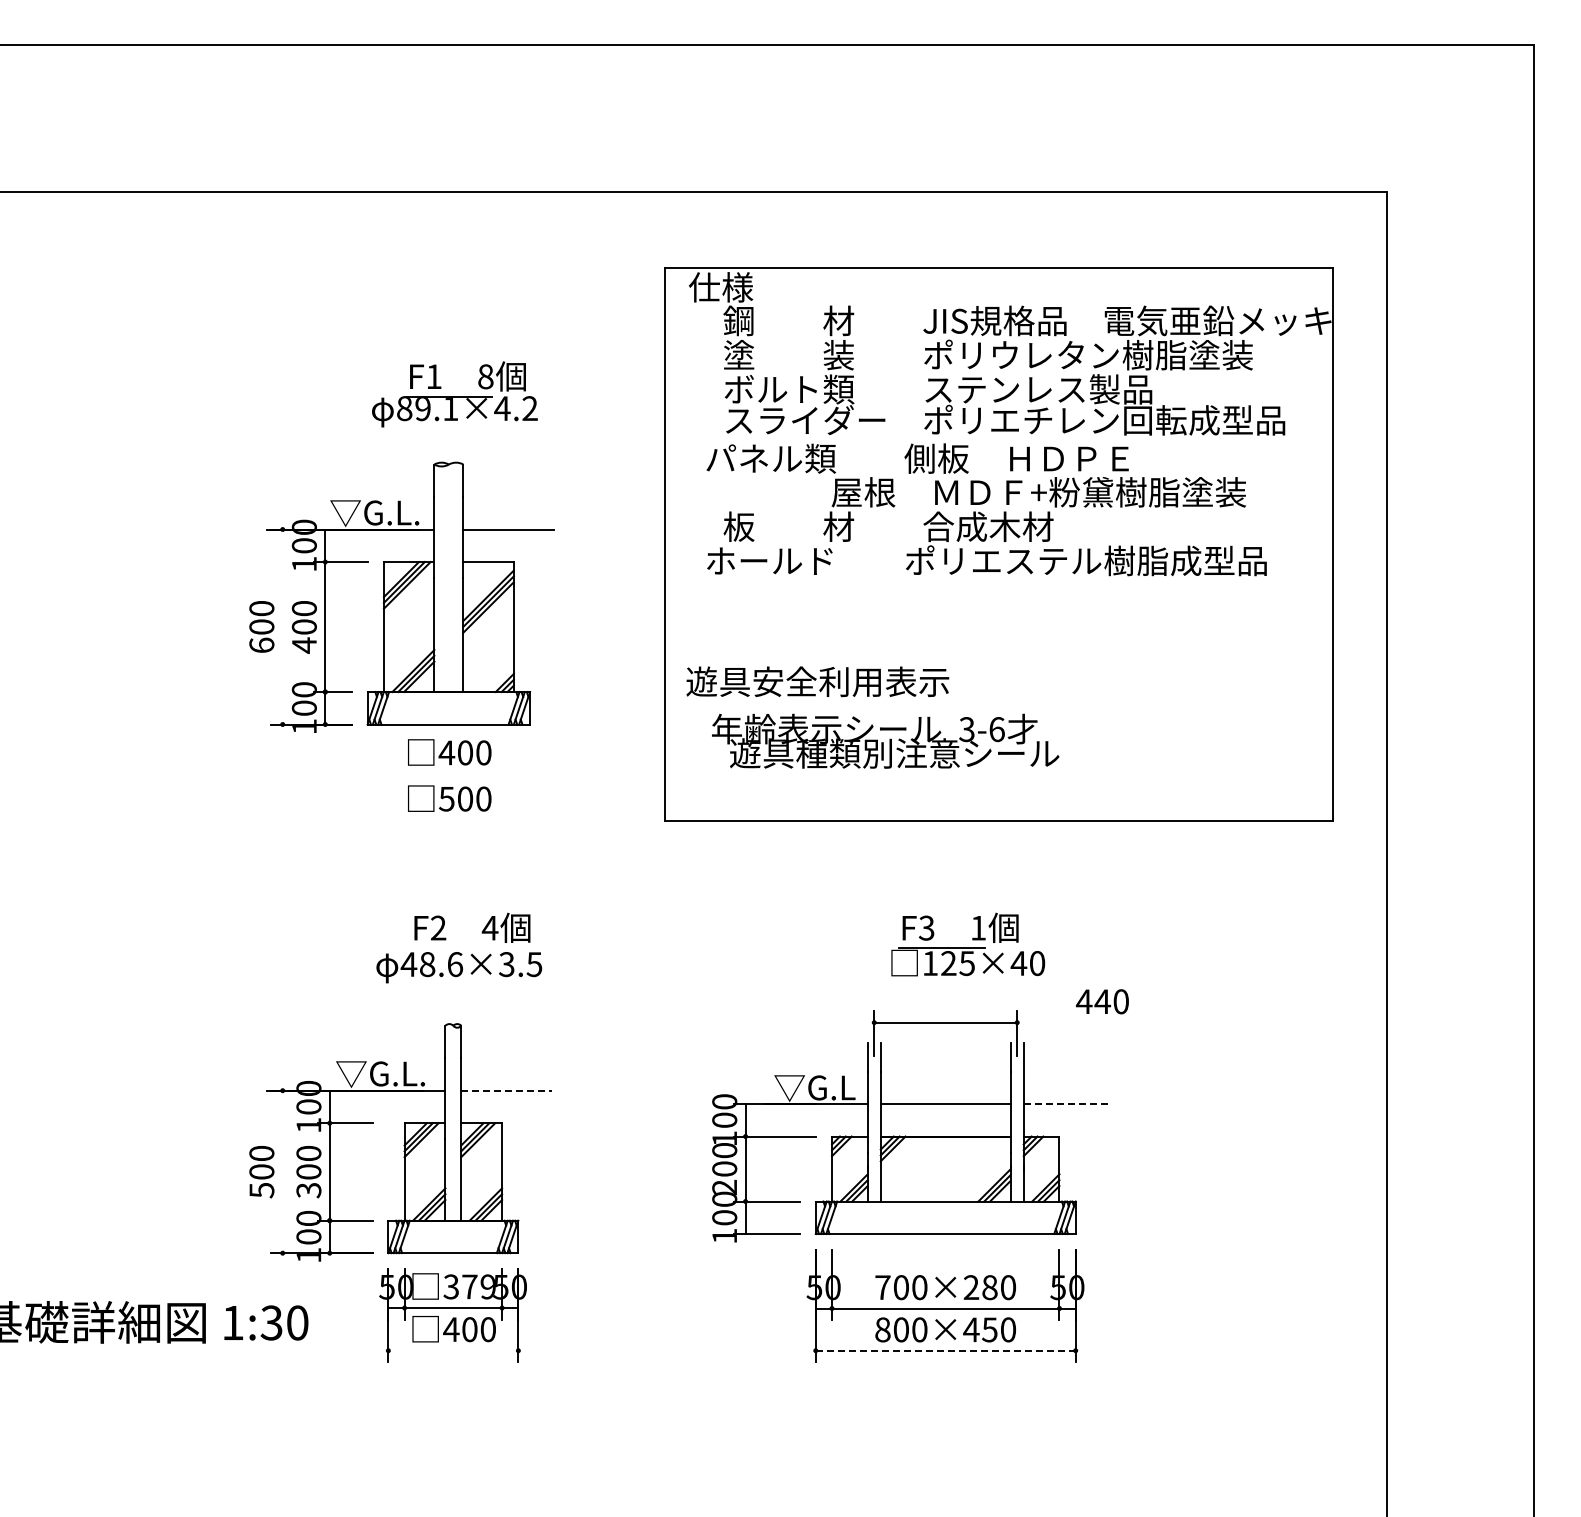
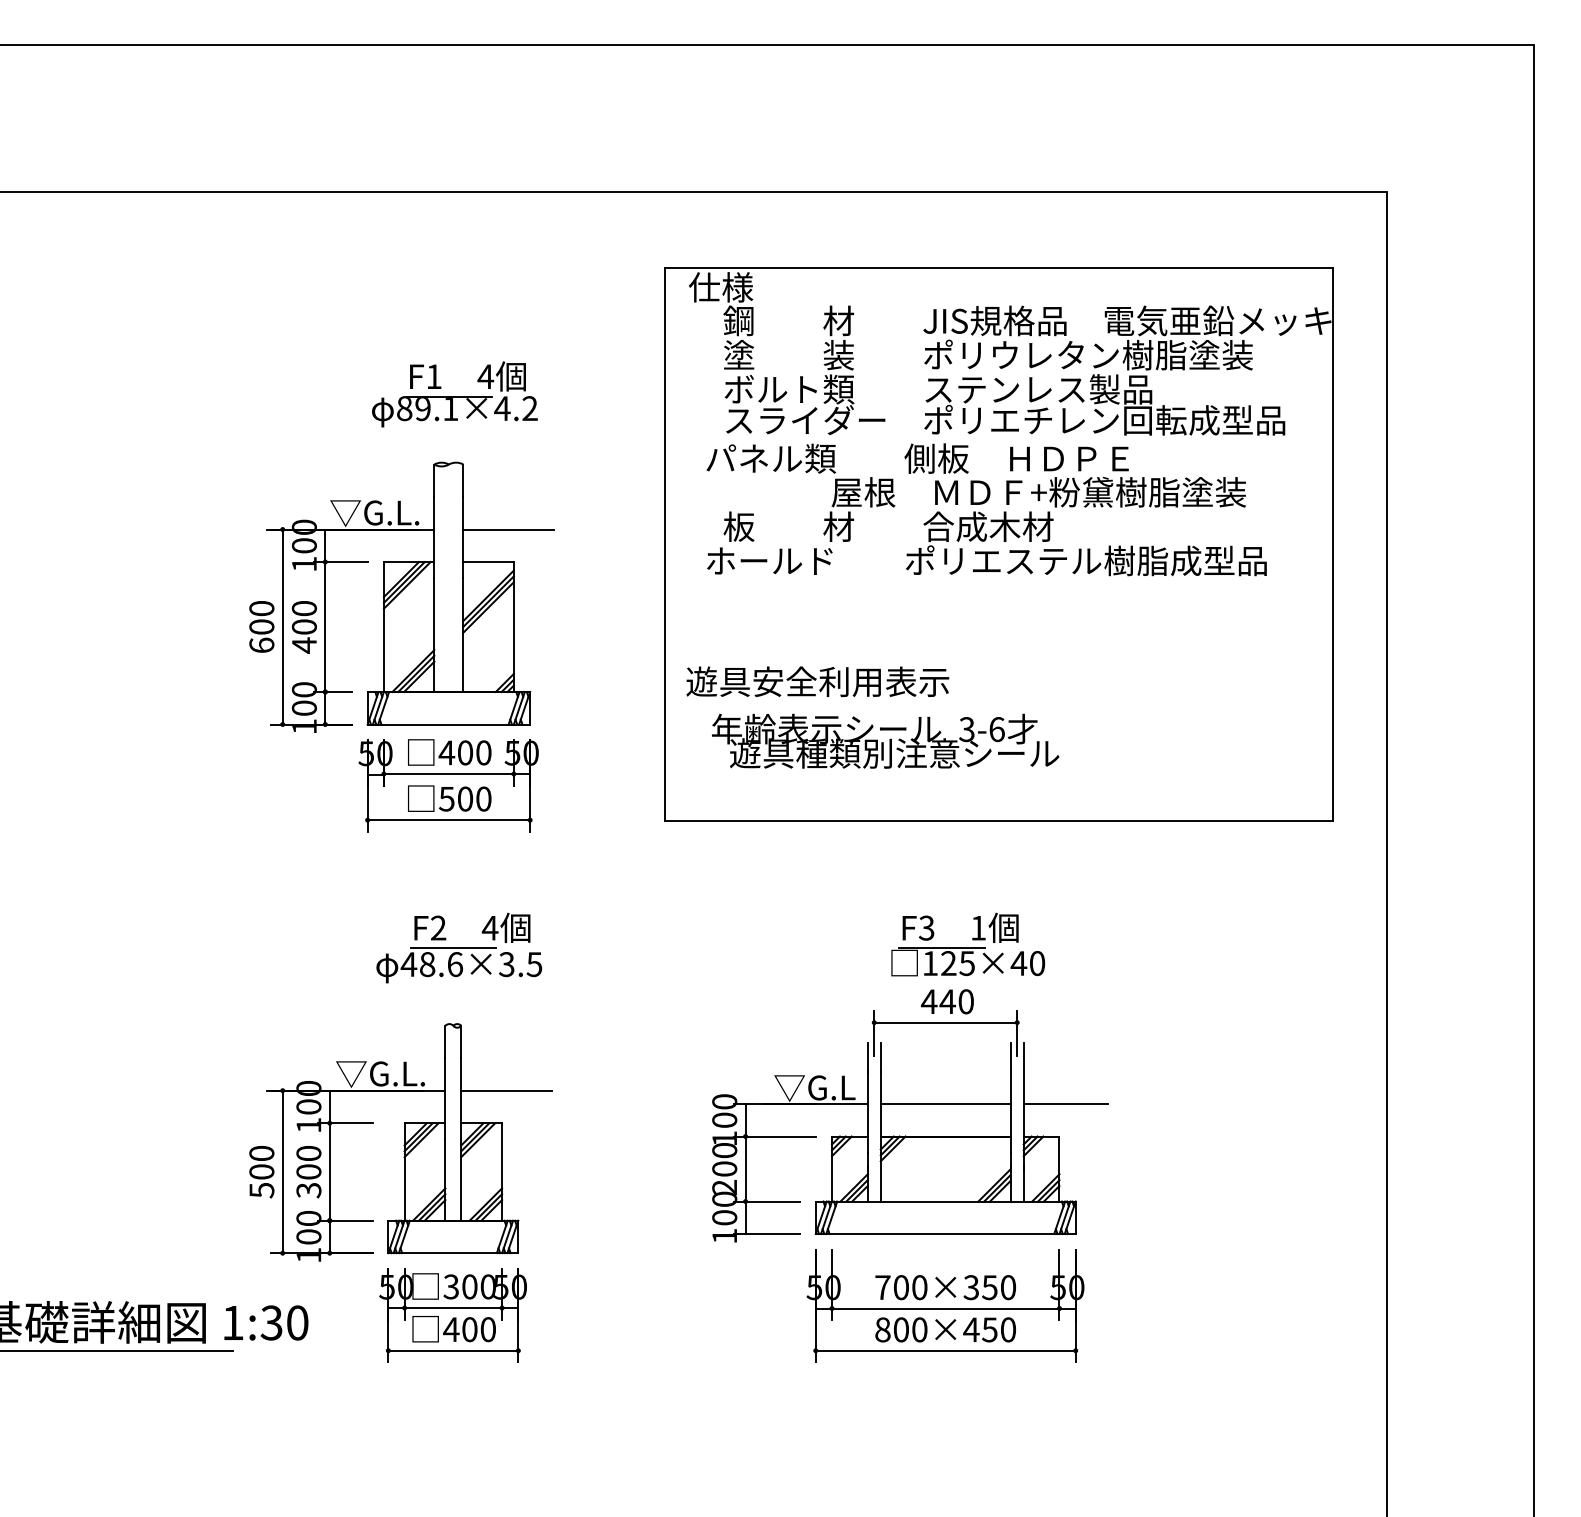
text at (485, 376): 8 -> 4
line at (282, 626): none -> present
part at (448, 785): none -> present
line at (453, 947): none -> present
text at (1102, 1001) position: (1102, 1001) -> (947, 1001)
line at (506, 1090): dashed -> solid
line at (1066, 1104): dashed -> solid
line at (282, 1171): none -> present
text at (478, 1286): 379 -> 300
text at (980, 1287): 700×280 -> 700×350
line at (117, 1350): none -> present
line at (453, 1350): none -> present
line at (945, 1350): dashed -> solid
